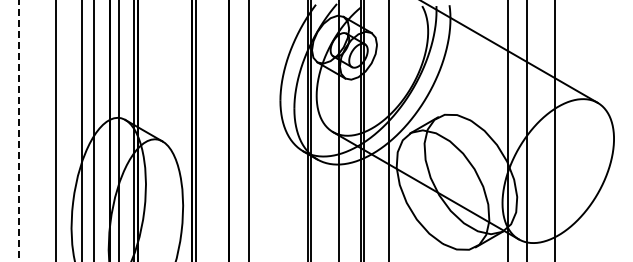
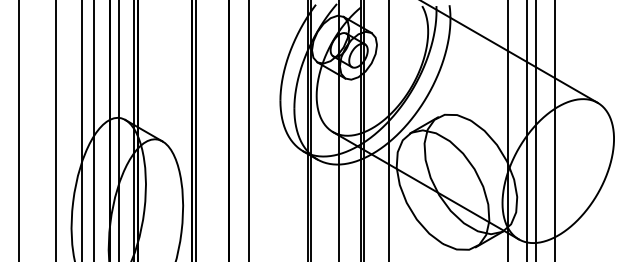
line at (535, 130): none -> present
line at (18, 131): dashed -> solid
